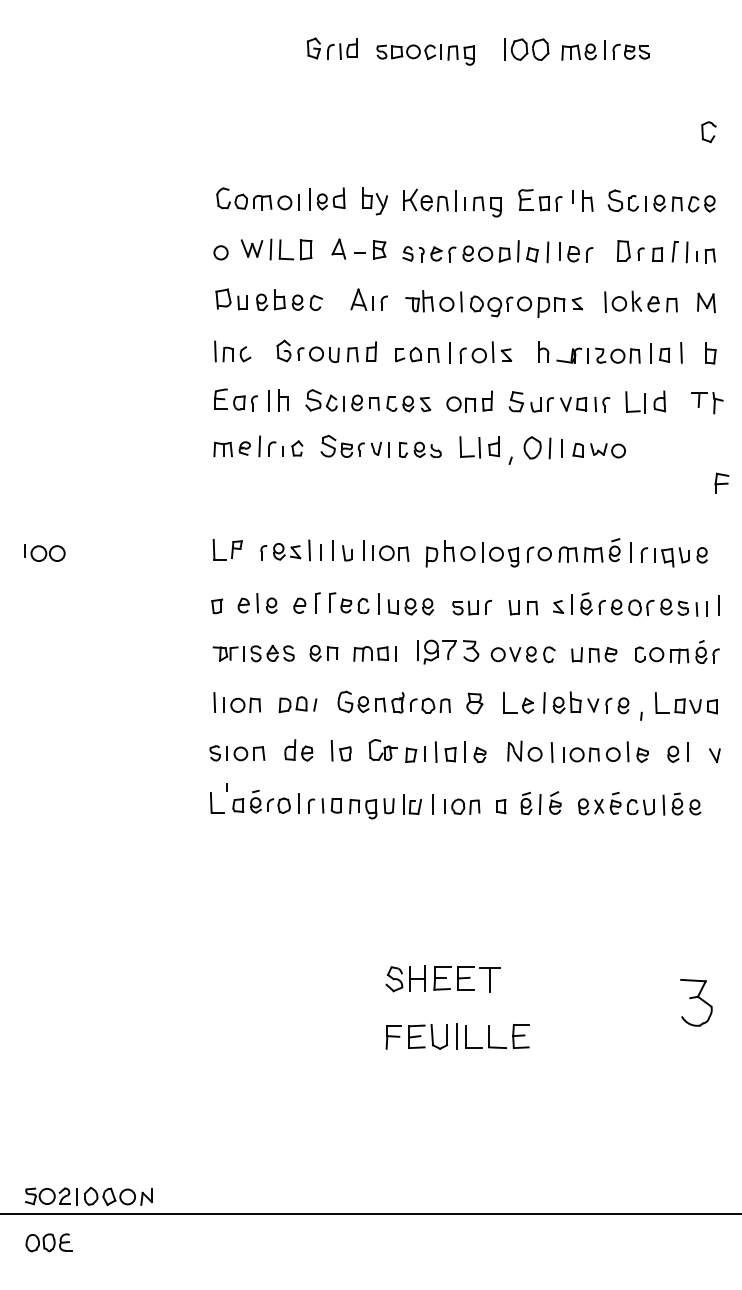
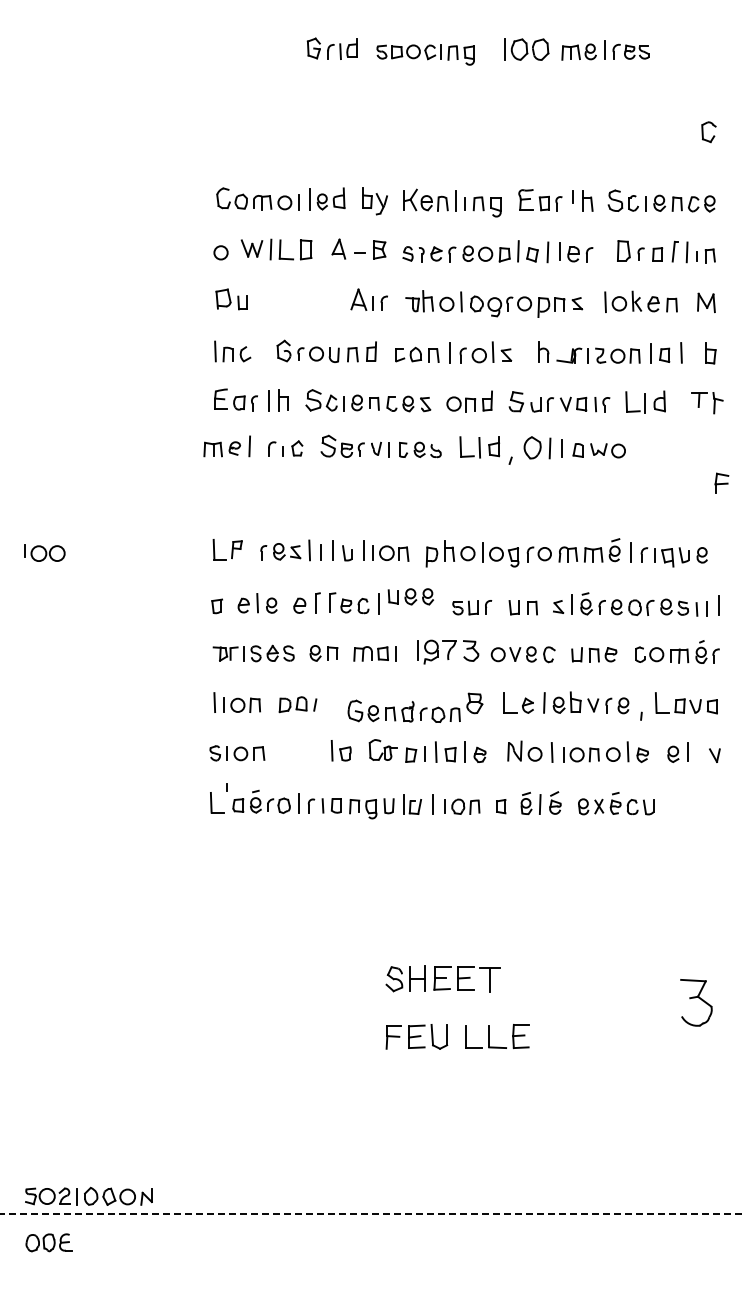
part at (289, 300): present -> none
part at (236, 446) position: (236, 446) -> (226, 446)
part at (410, 606) position: (410, 606) -> (410, 596)
part at (393, 701) position: (393, 701) -> (403, 710)
part at (298, 750): present -> none
part at (681, 803): present -> none
line at (456, 1036): present -> none
line at (371, 1213): solid -> dashed
